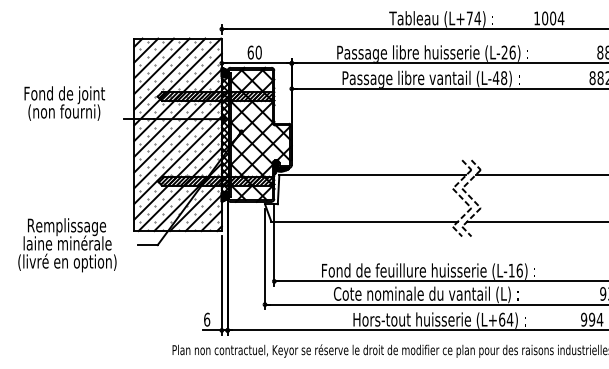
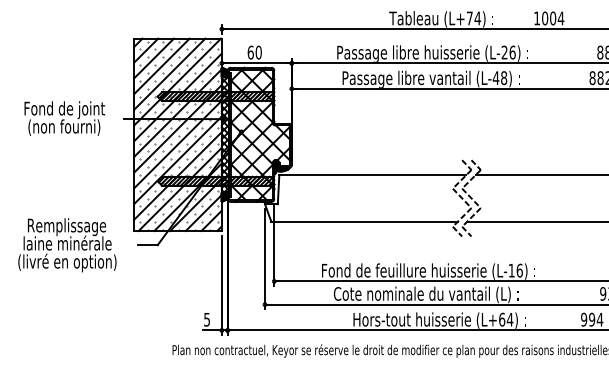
text at (64, 103) position: (64, 103) -> (64, 118)
text at (207, 319): 6 -> 5
